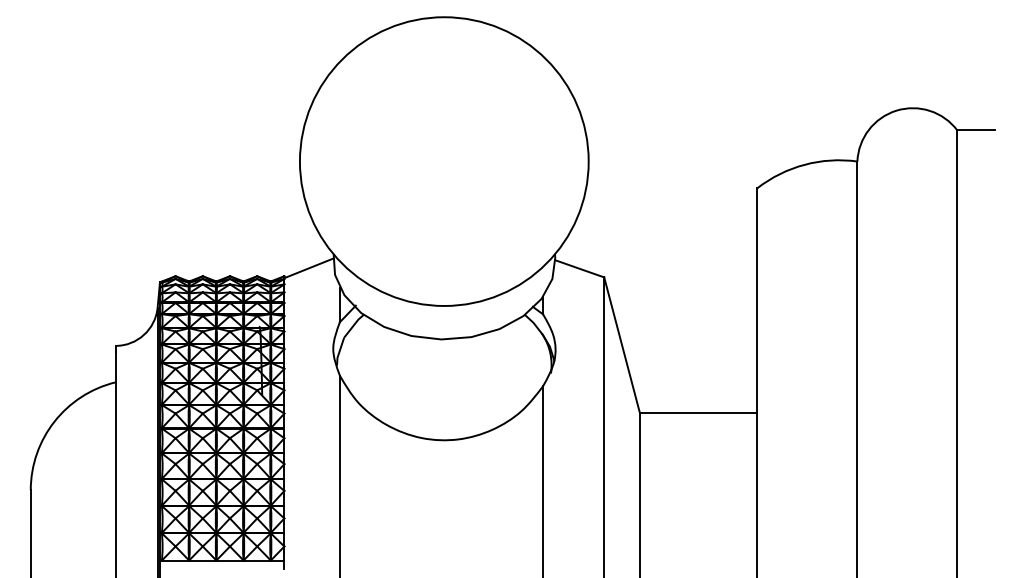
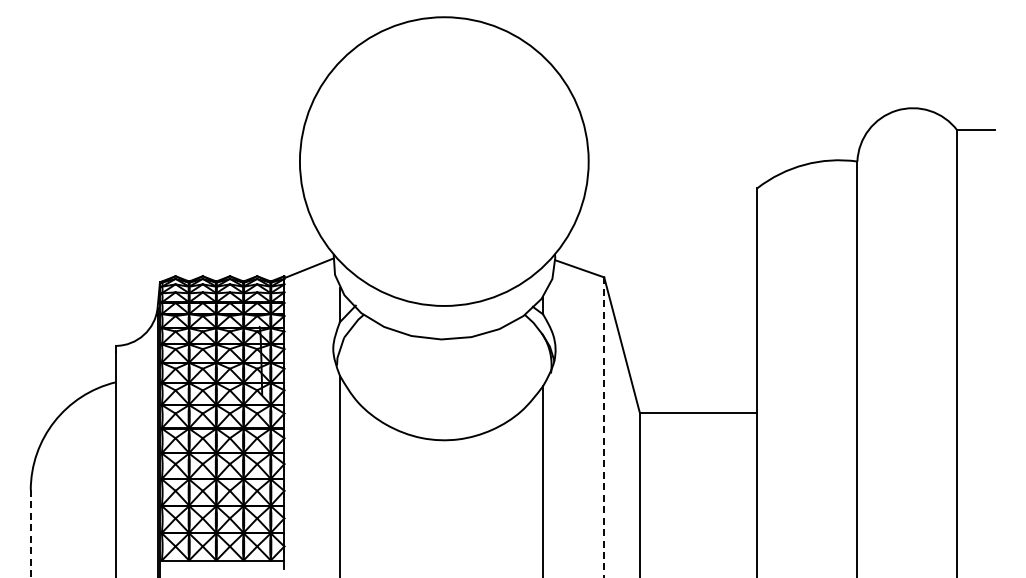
line at (604, 428): solid -> dashed
line at (30, 534): solid -> dashed
